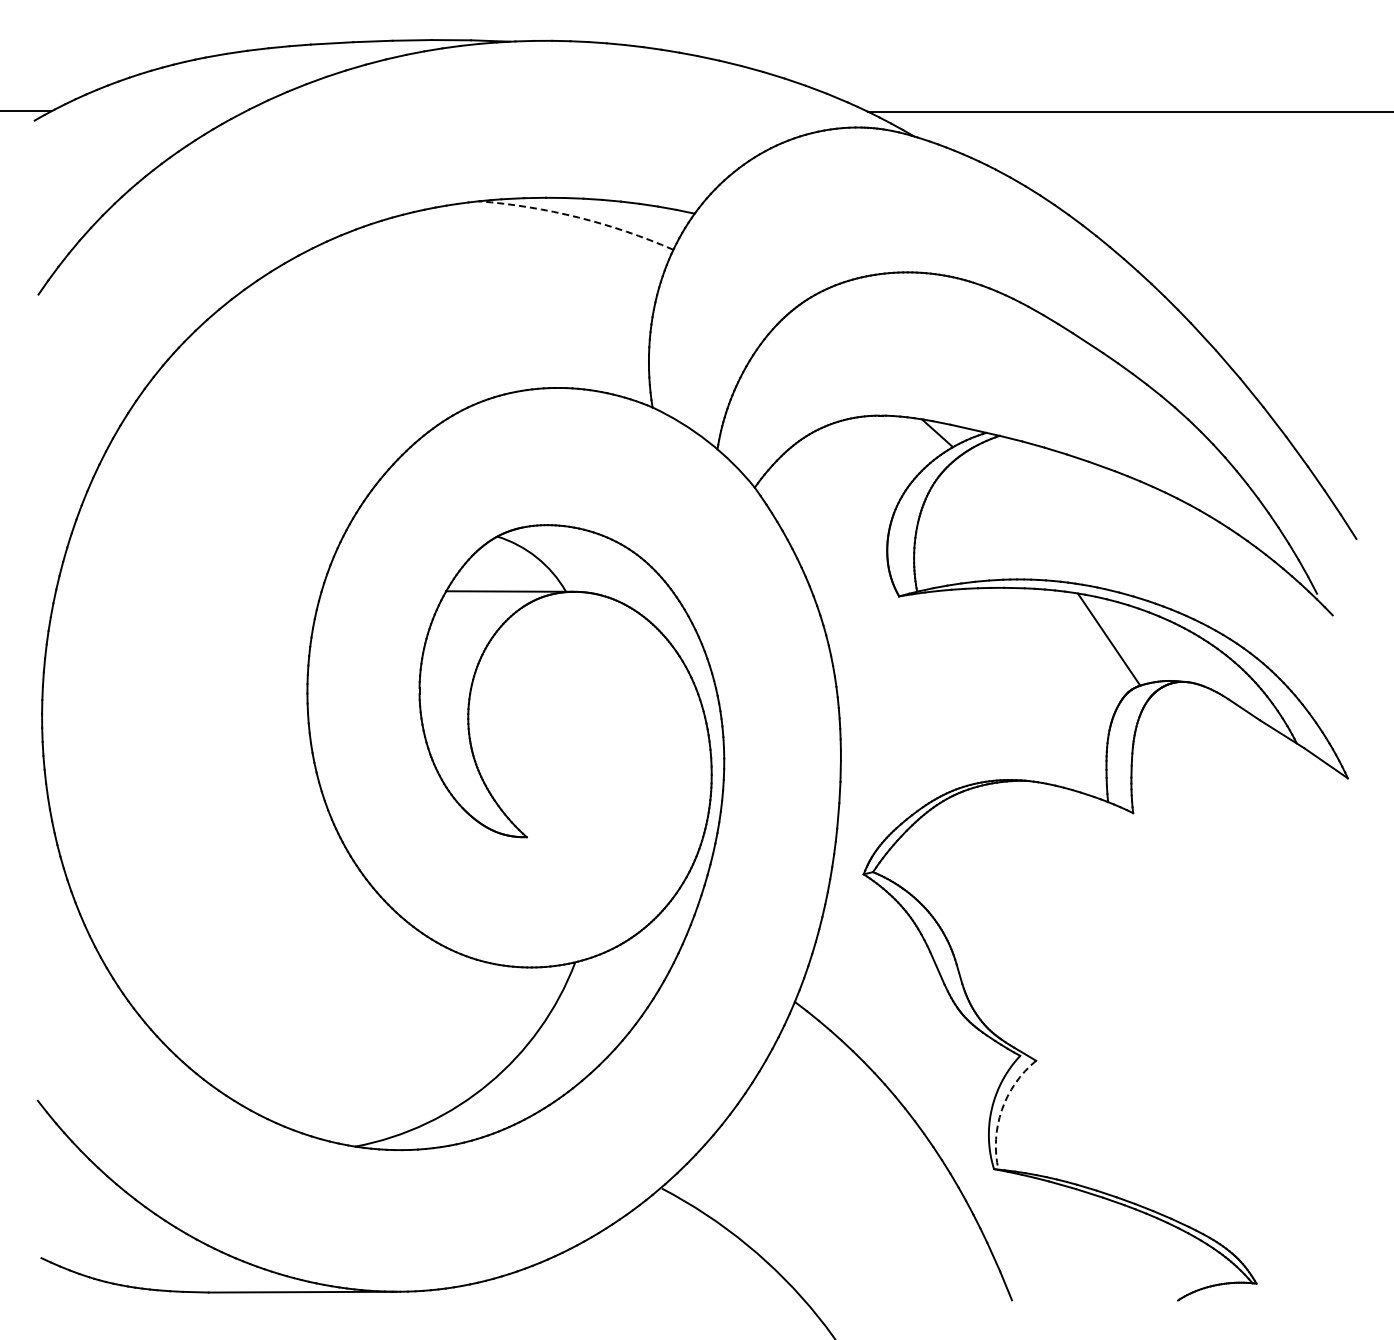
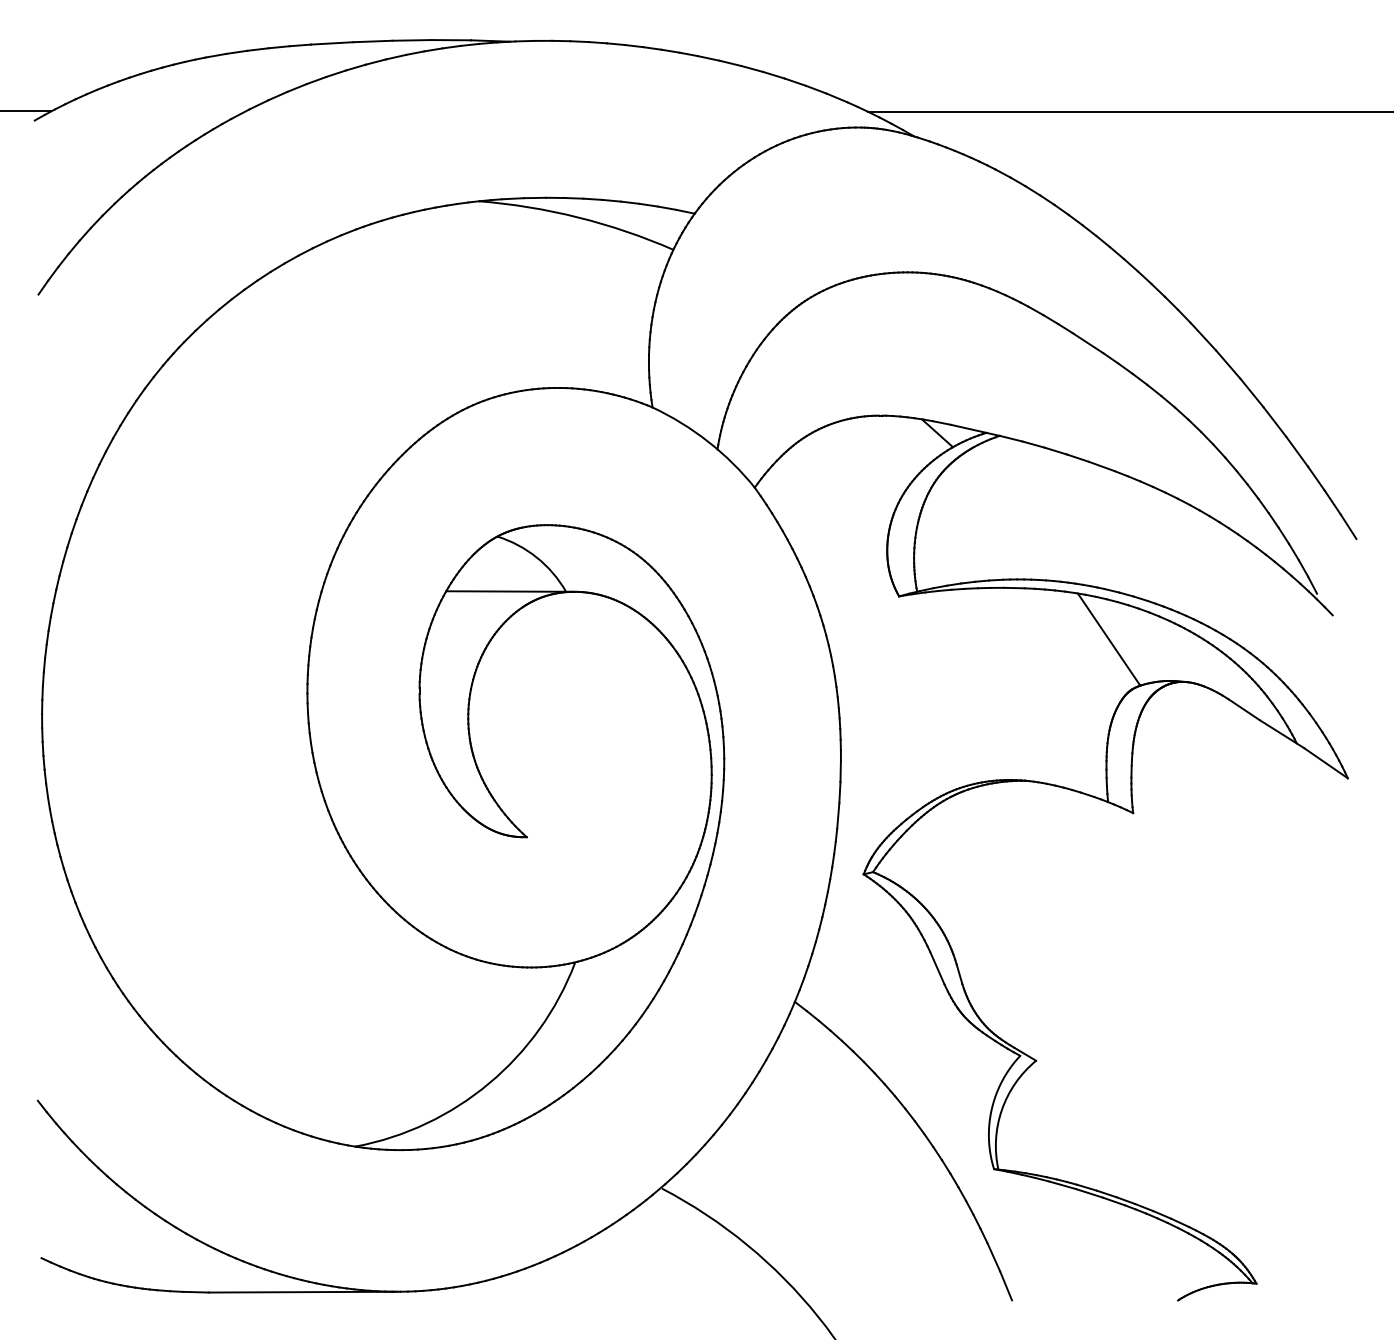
arc at (578, 217): dashed -> solid
arc at (1001, 1110): dashed -> solid
